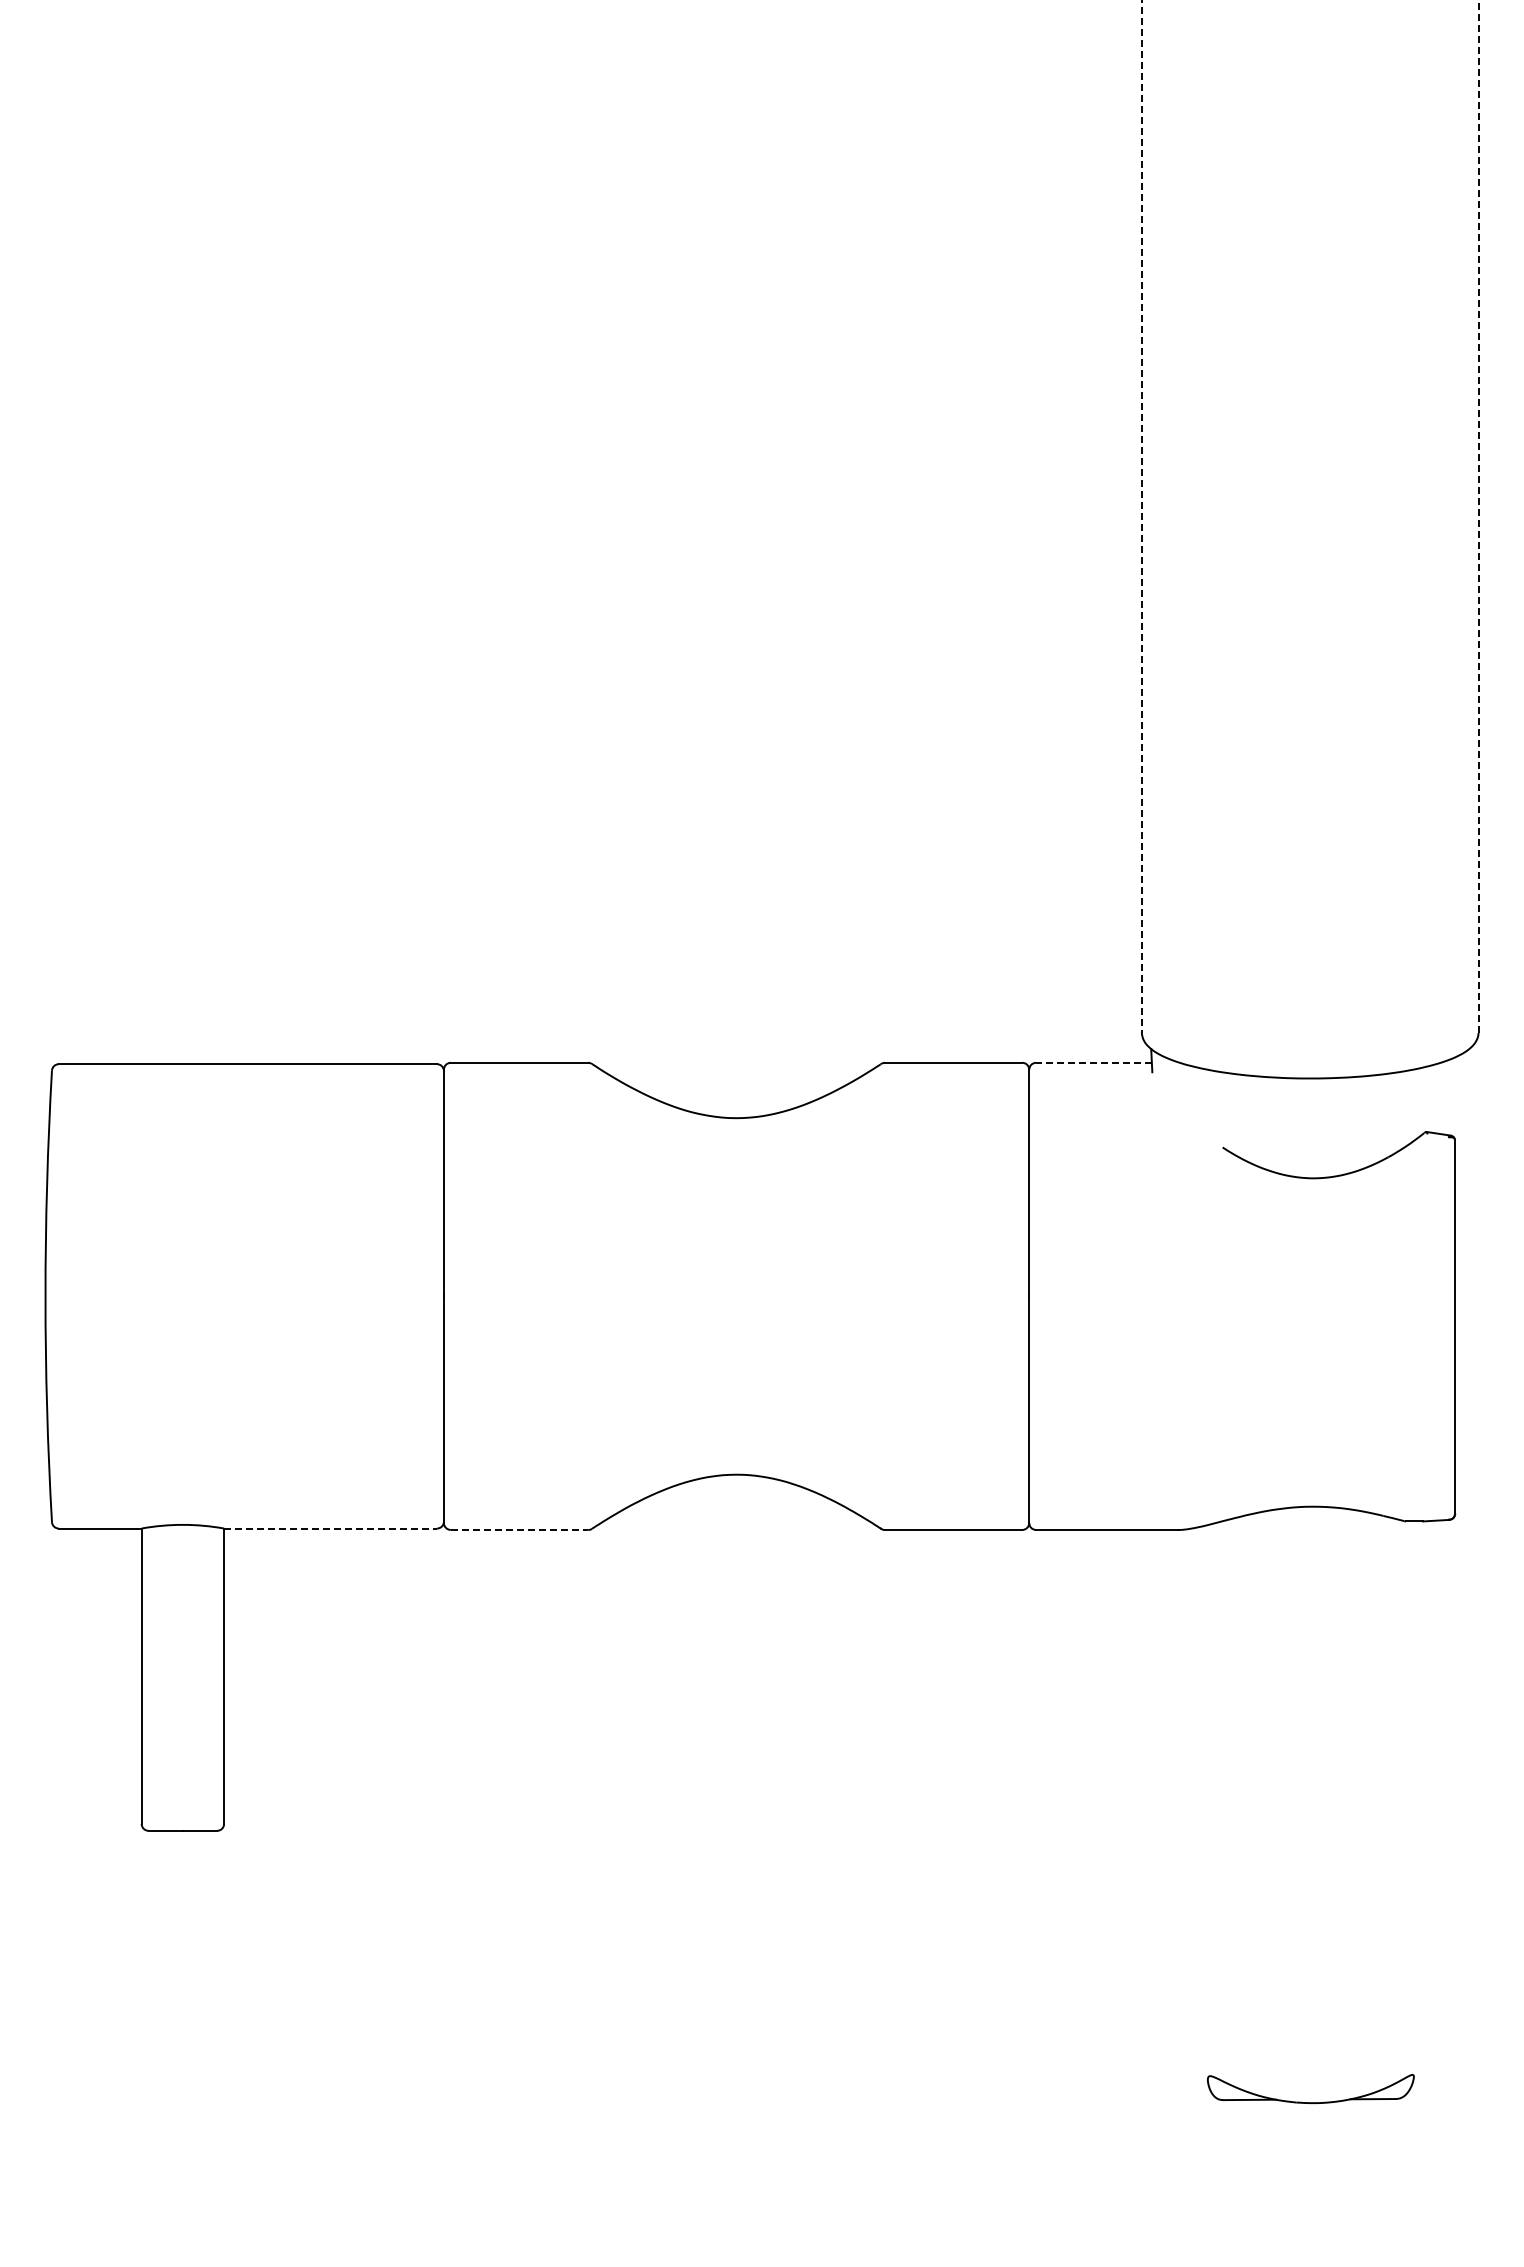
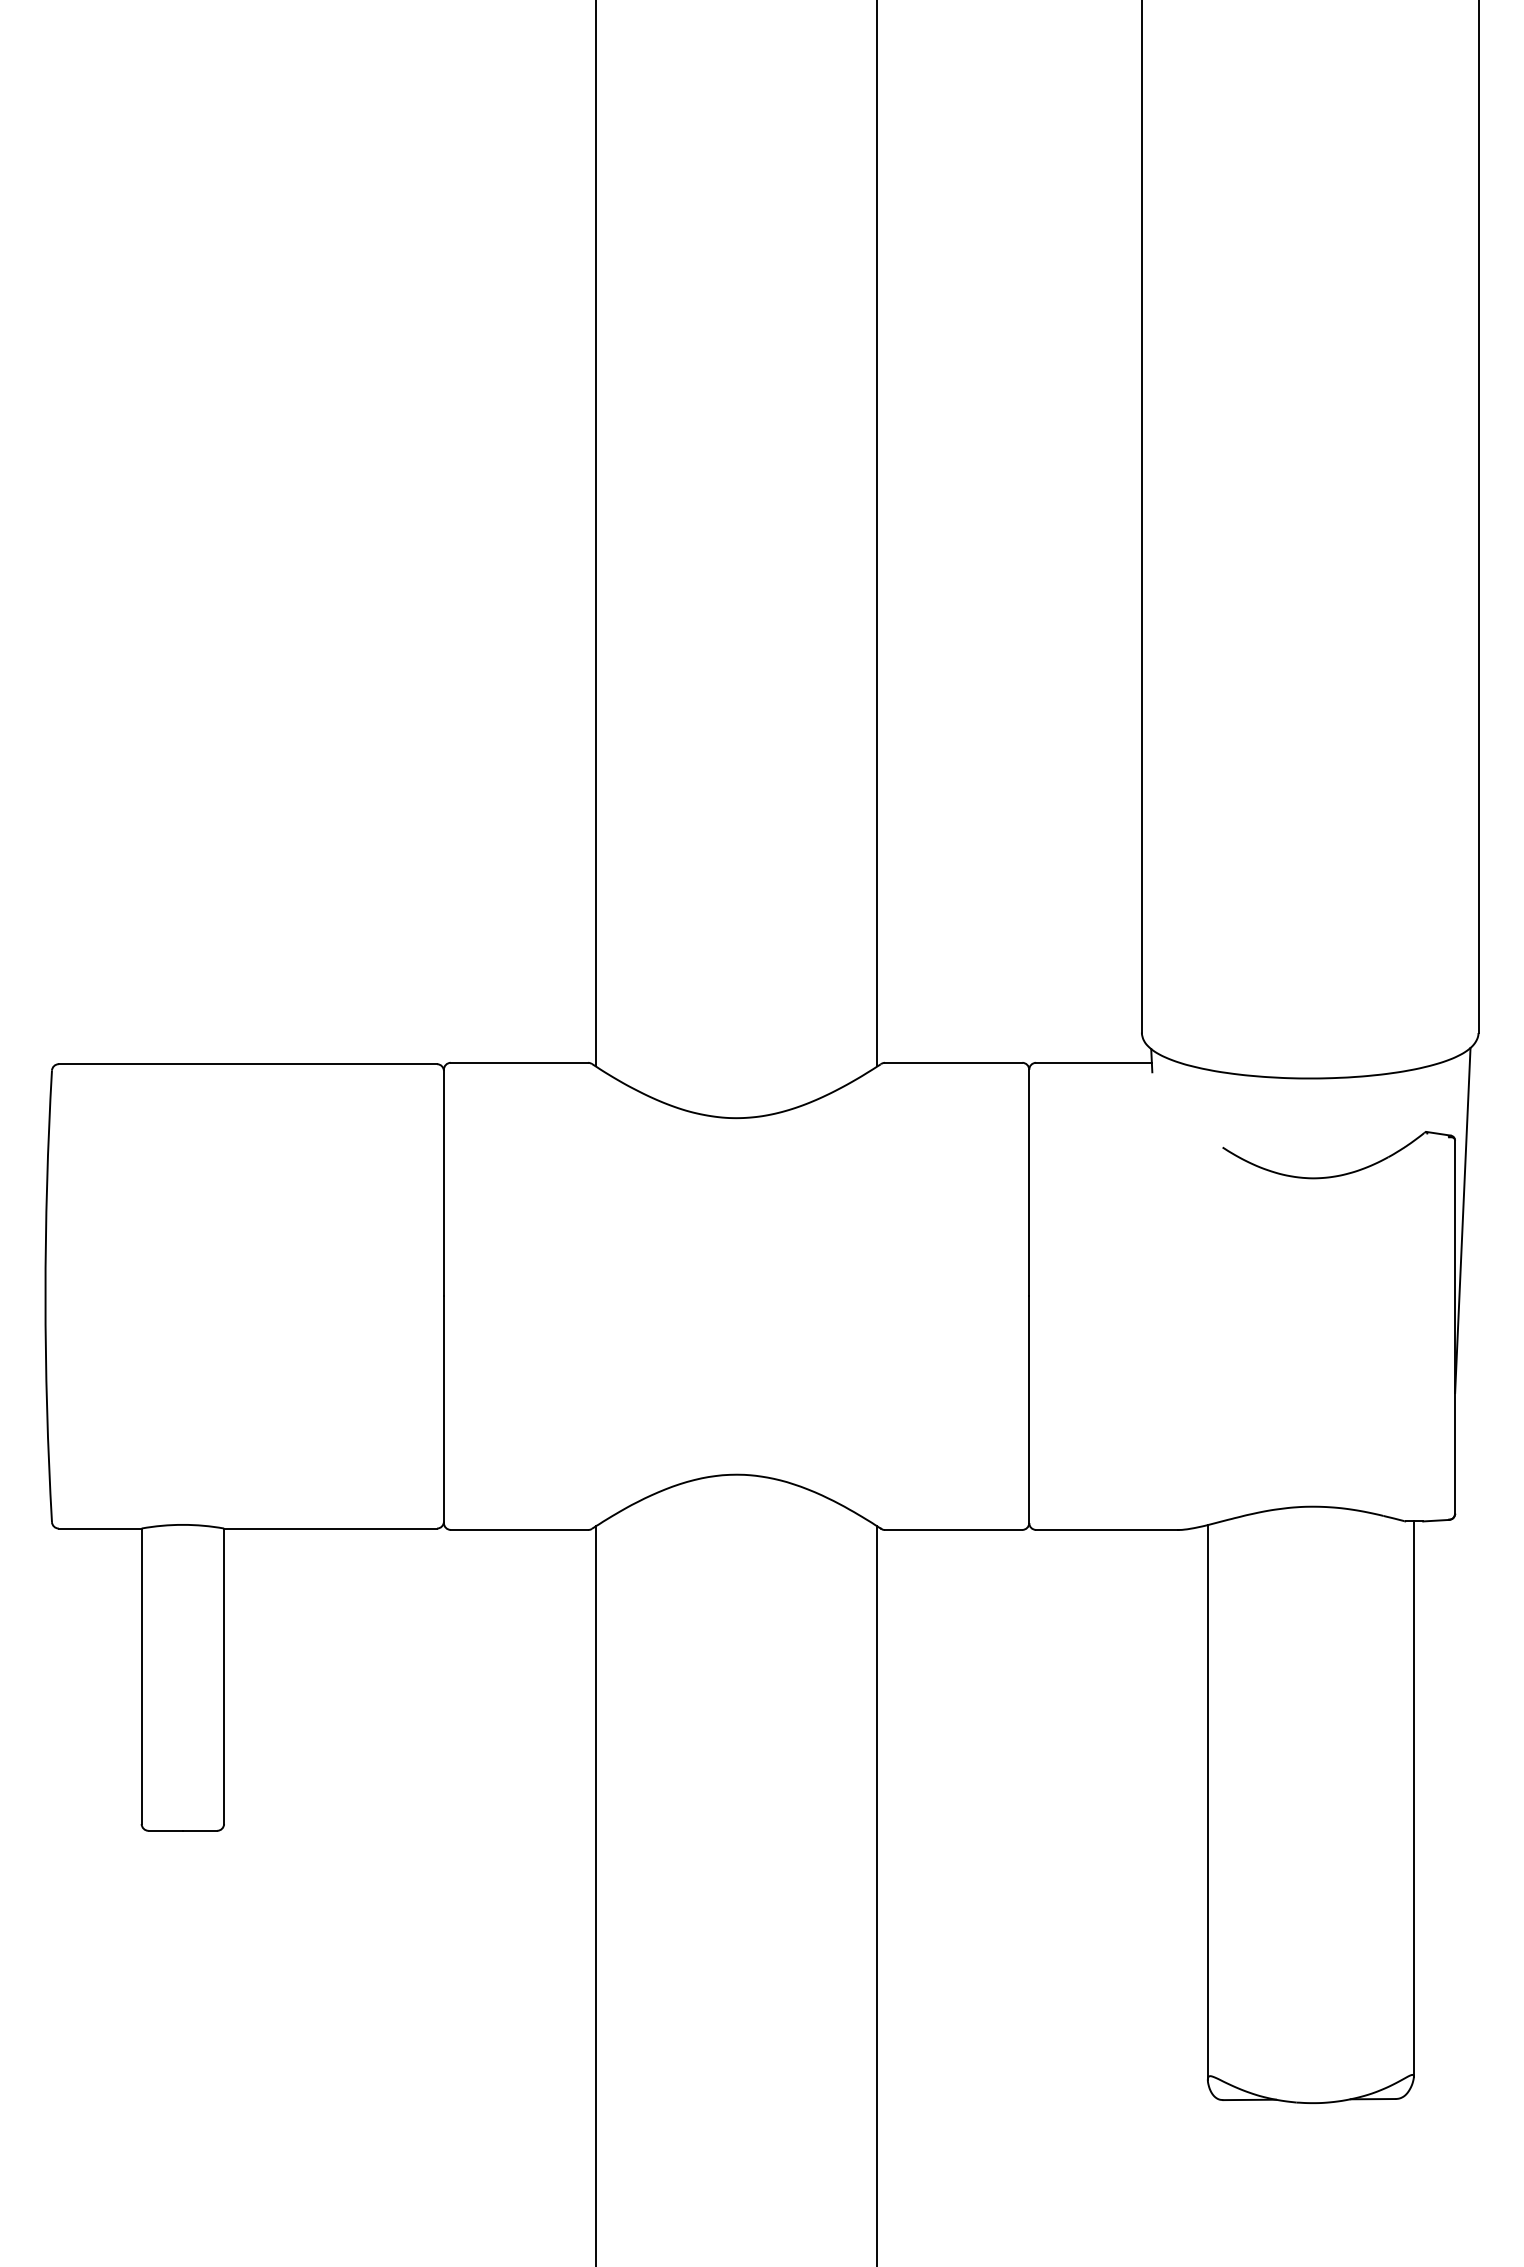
line at (1141, 516): dashed -> solid
line at (1478, 516): dashed -> solid
line at (595, 534): none -> present
line at (877, 534): none -> present
line at (1094, 1062): dashed -> solid
line at (1462, 1220): none -> present
line at (331, 1528): dashed -> solid
line at (519, 1529): dashed -> solid
line at (1413, 1798): none -> present
line at (1207, 1802): none -> present
line at (595, 1894): none -> present
line at (877, 1894): none -> present
